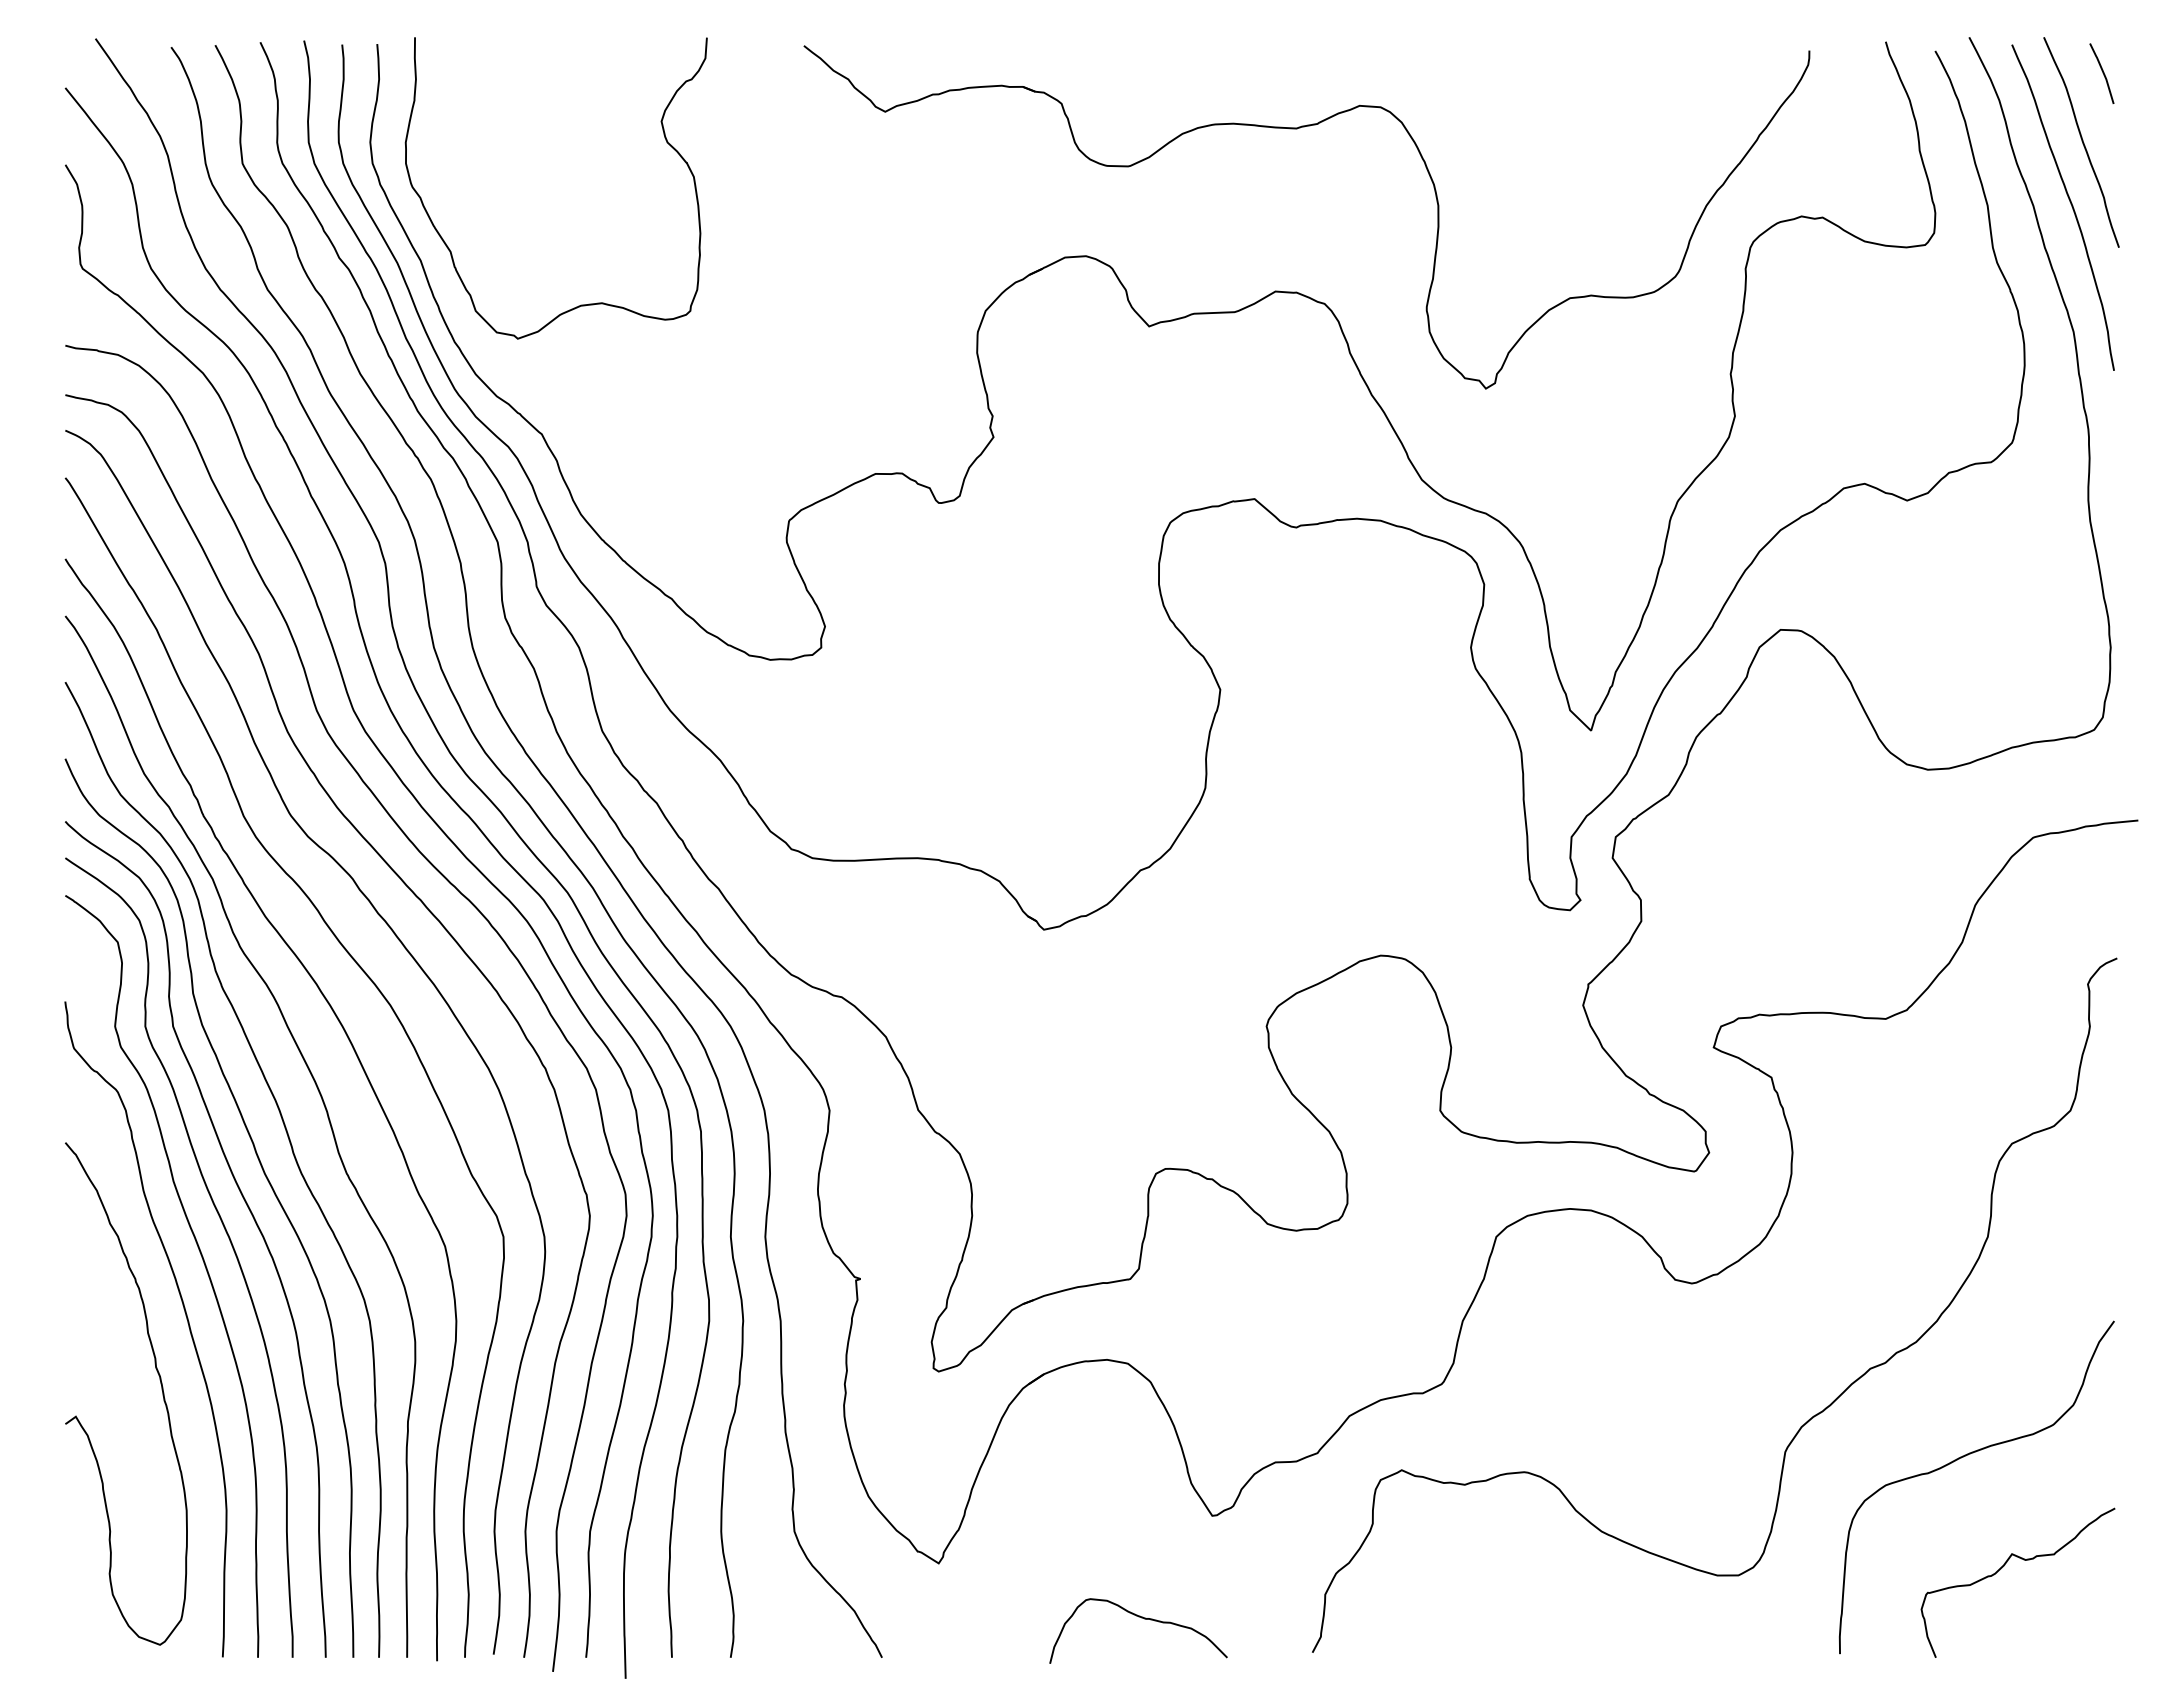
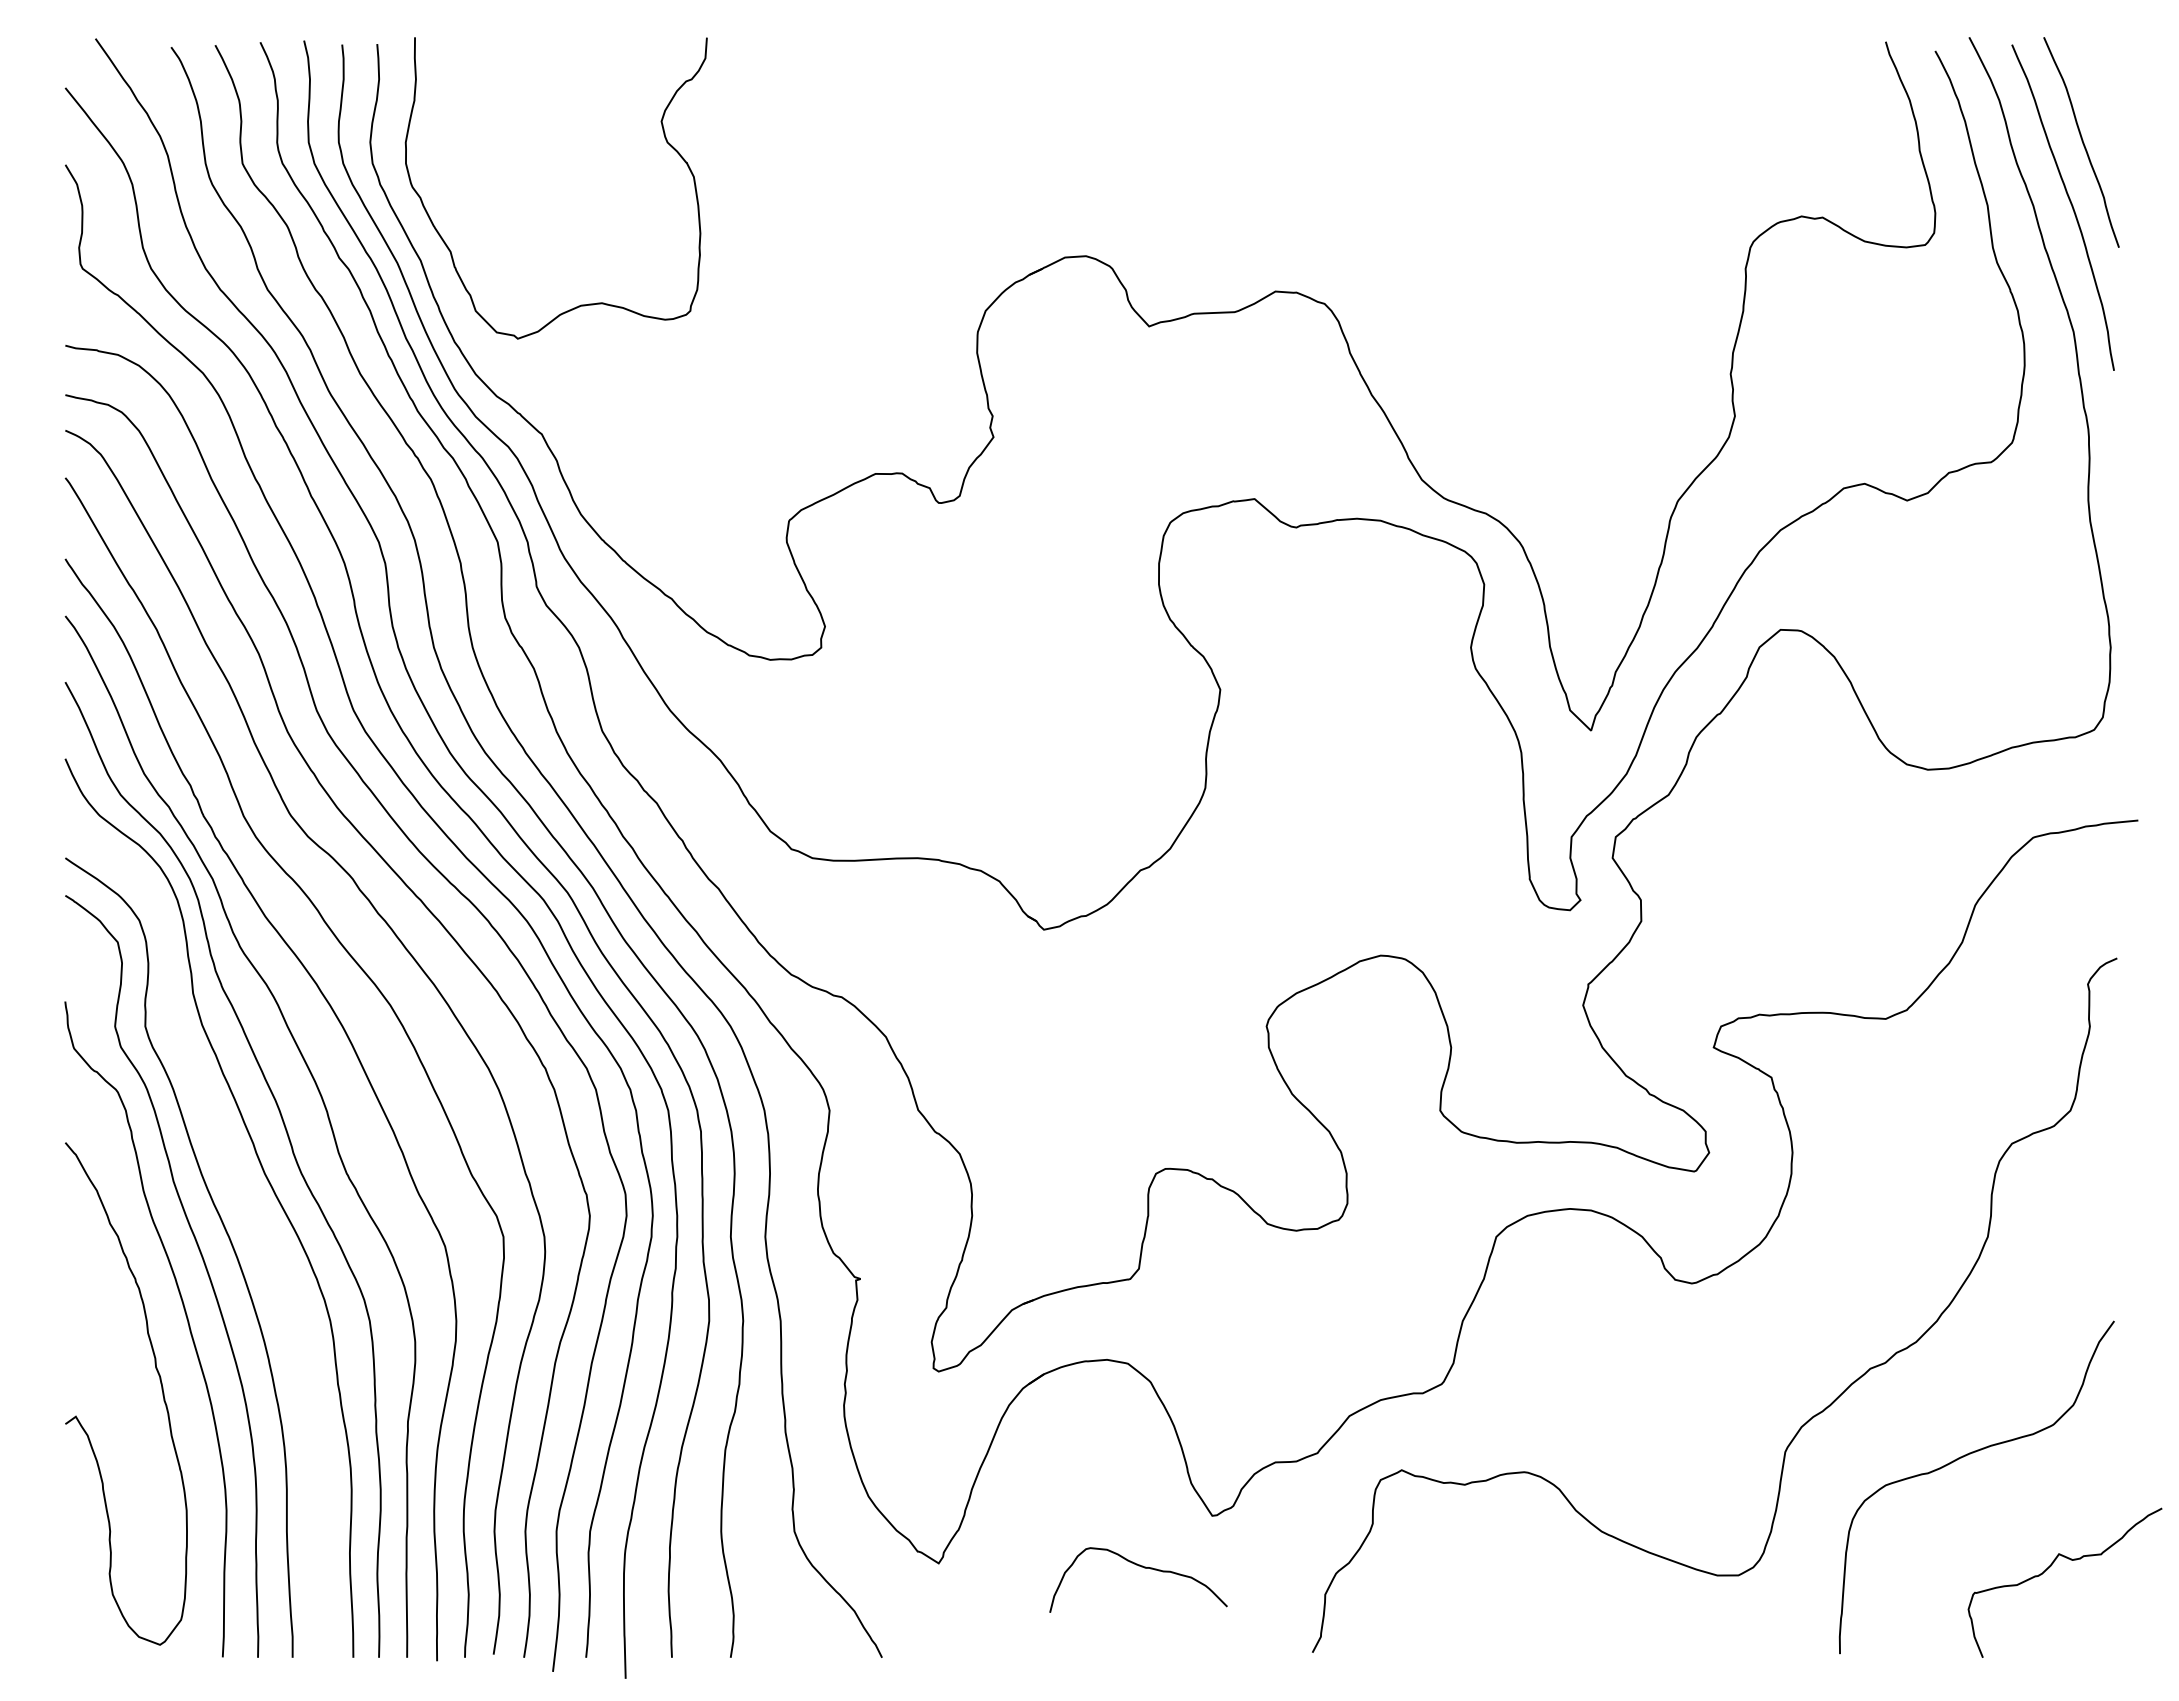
line at (2102, 73): present -> none
part at (1297, 129): present -> none
curve at (249, 1211): present -> none
curve at (2003, 1567) position: (2003, 1567) -> (2050, 1567)
curve at (1141, 1618) position: (1141, 1618) -> (1141, 1567)
